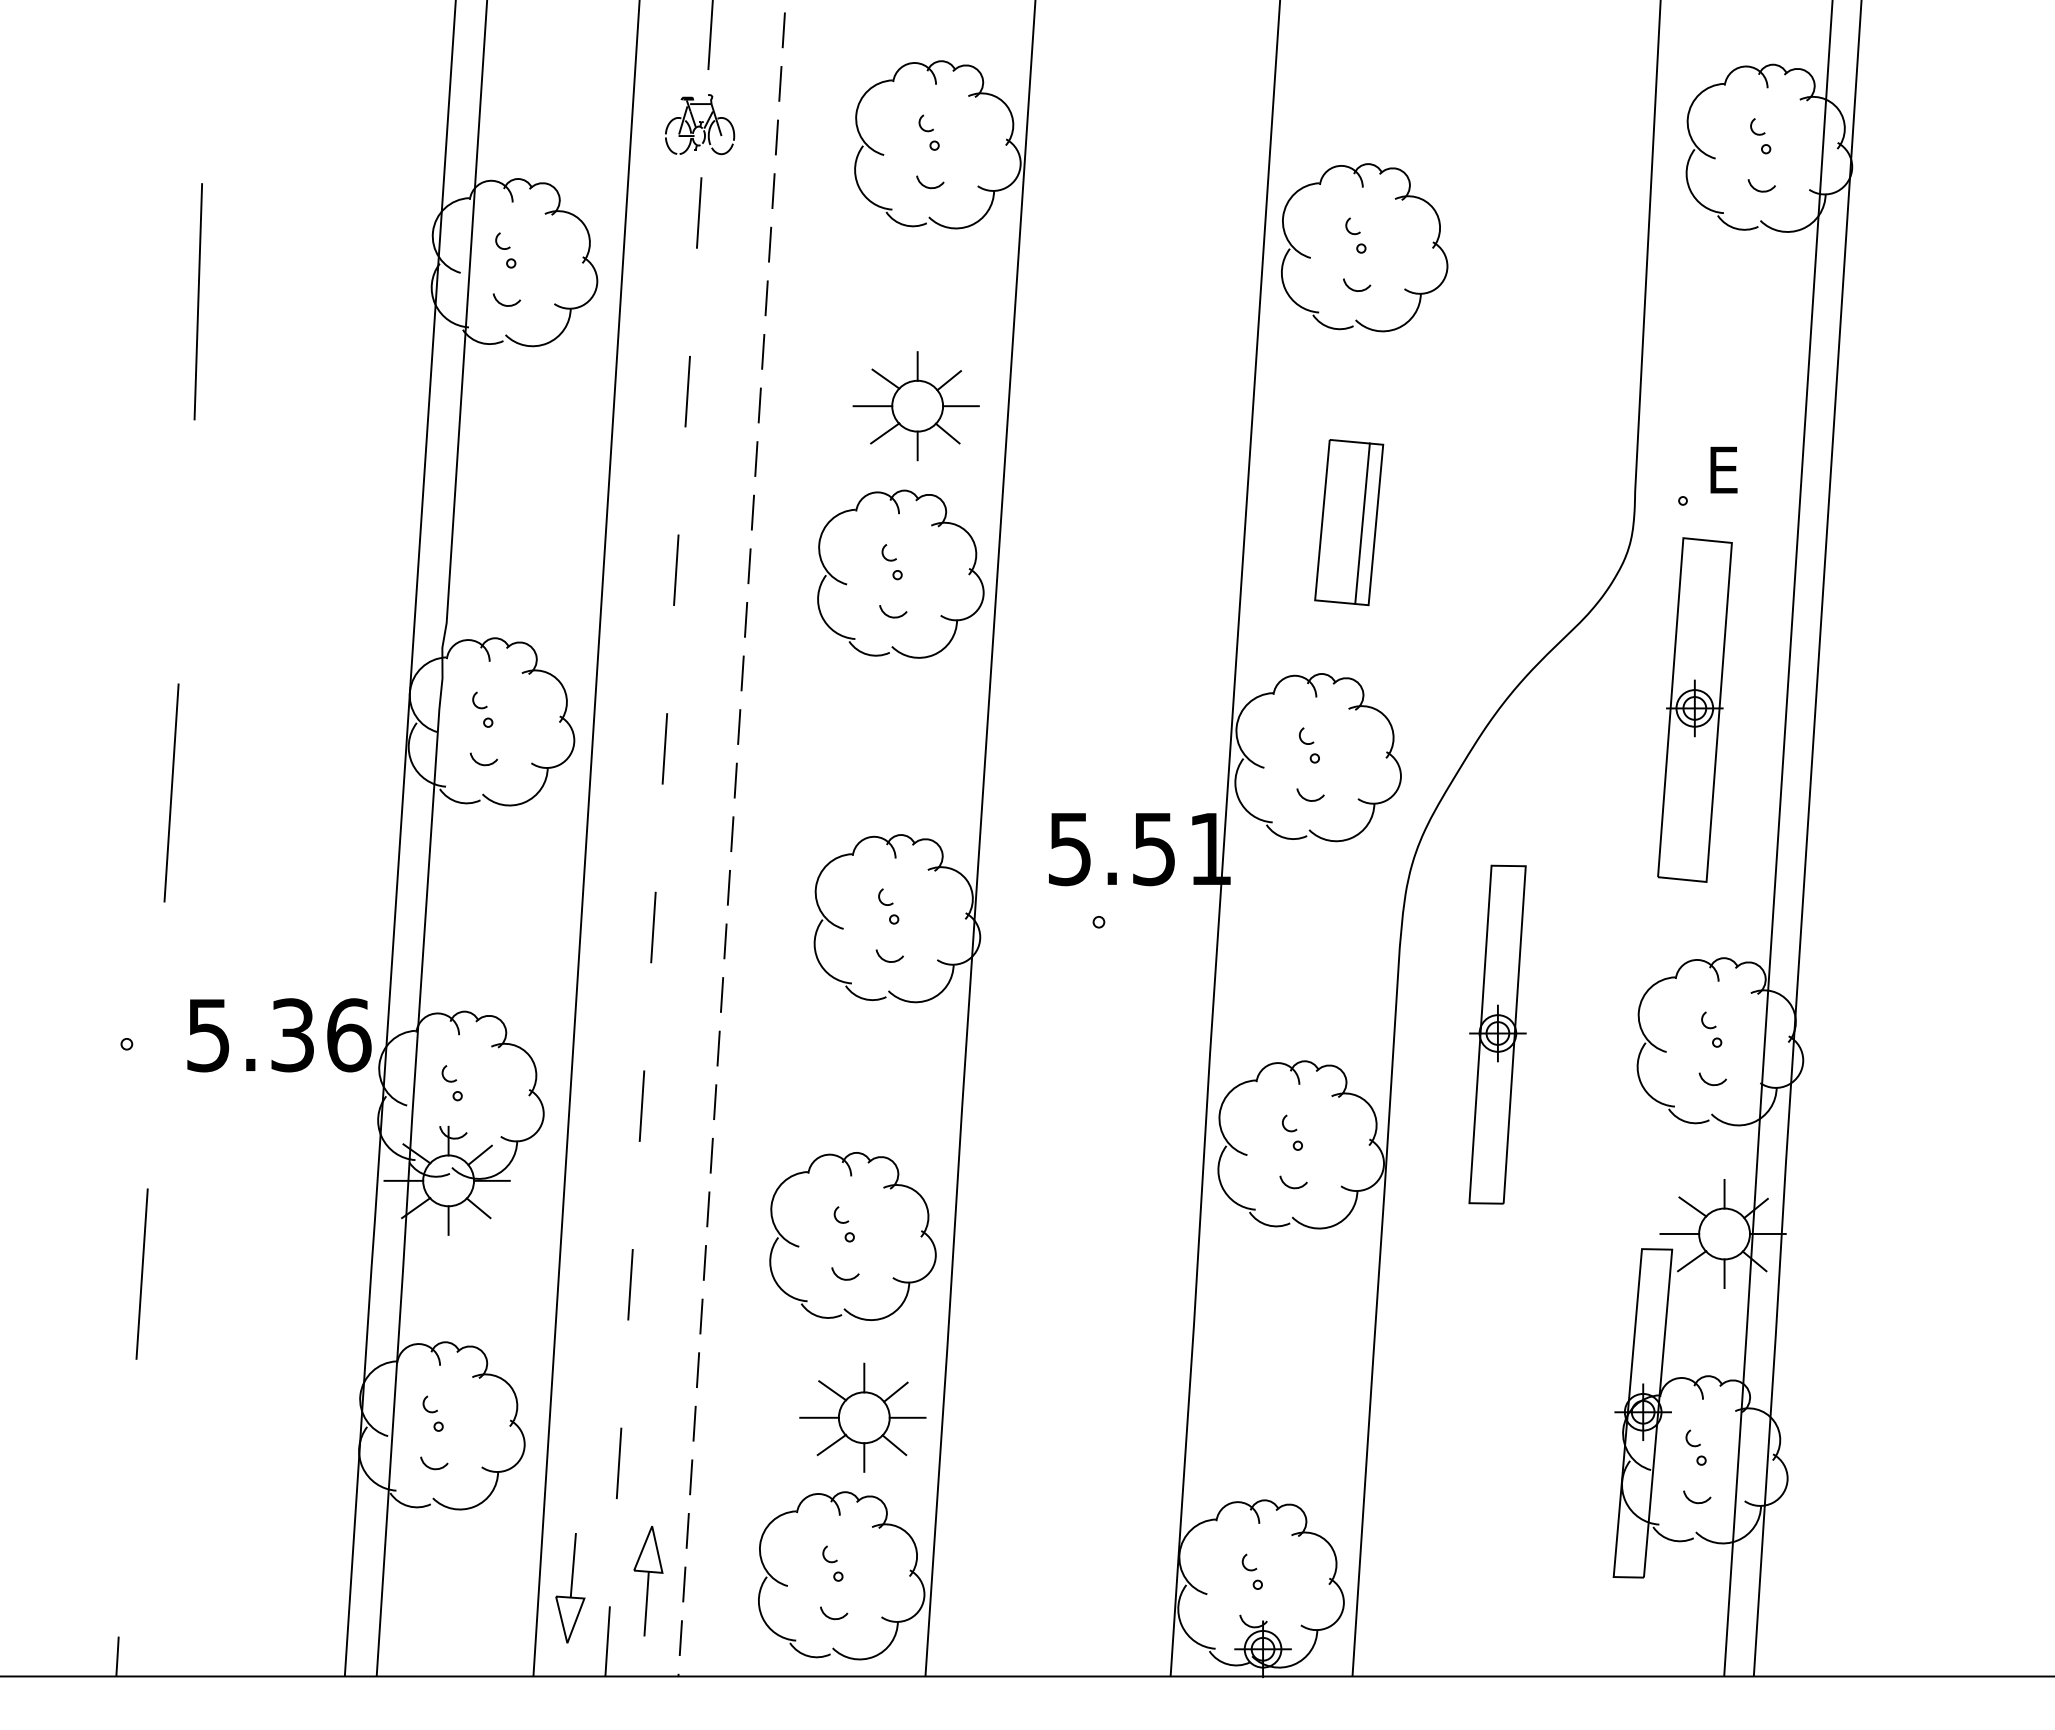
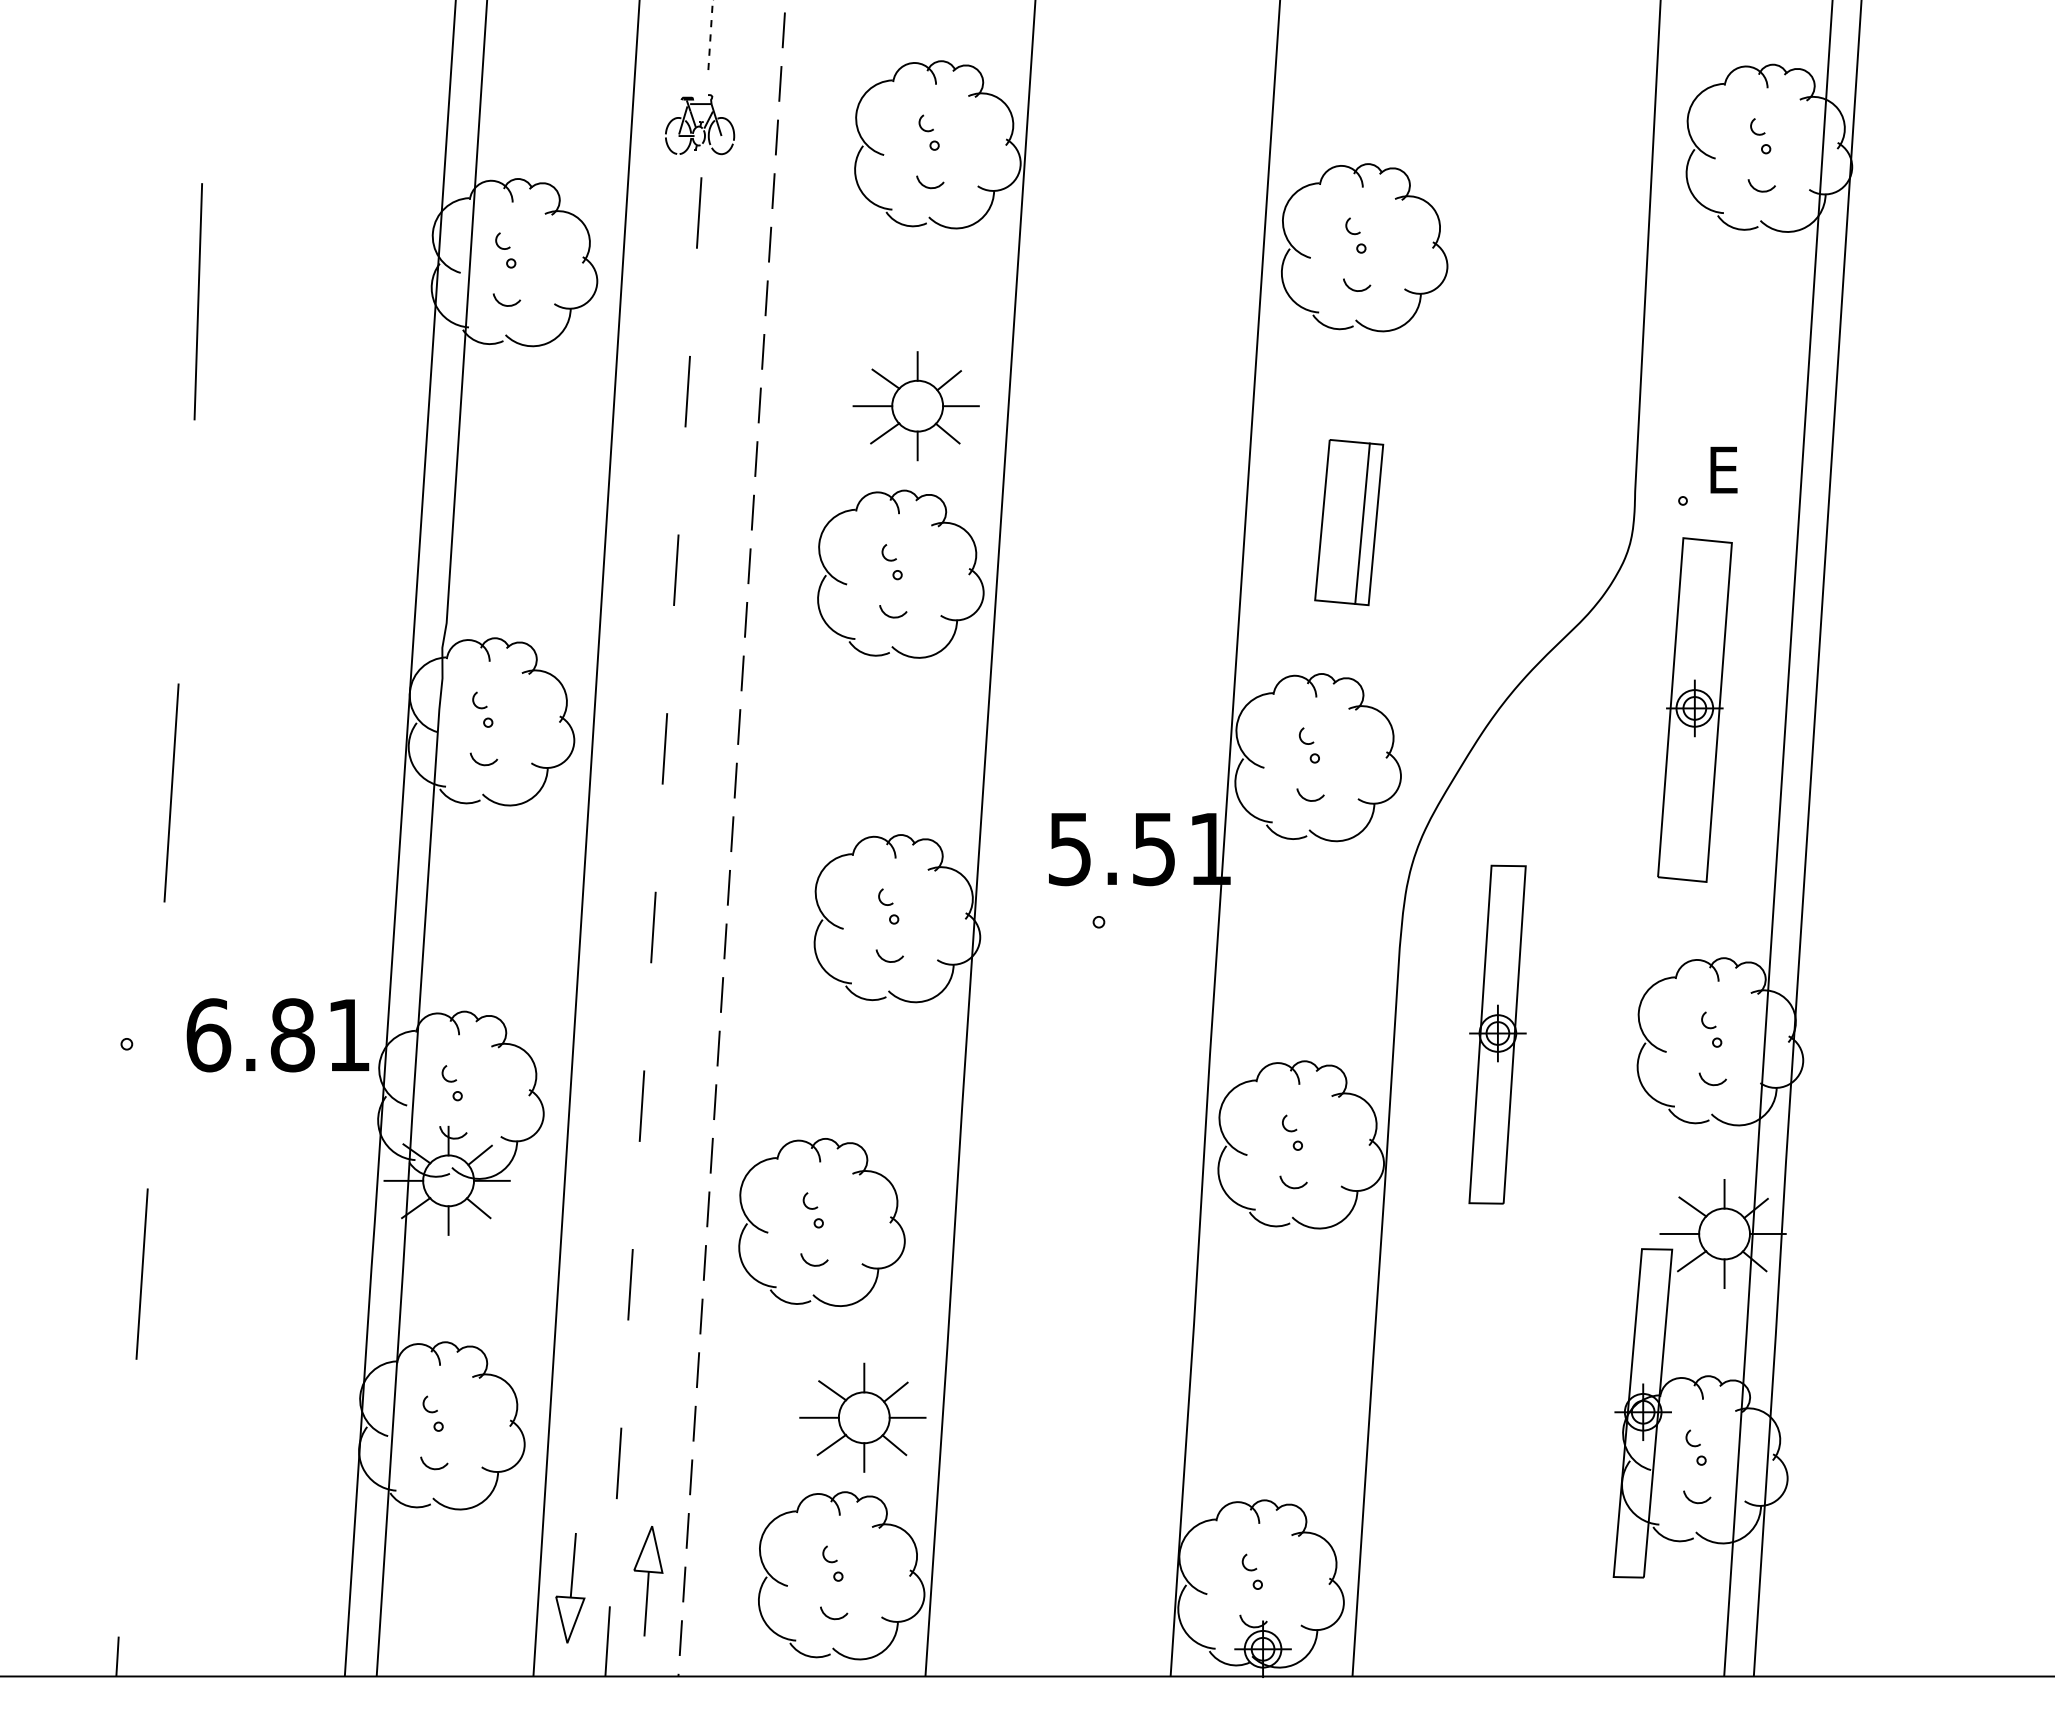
line at (710, 35): solid -> dashed
text at (278, 1035): 5.36 -> 6.81
part at (852, 1236) position: (852, 1236) -> (821, 1222)
